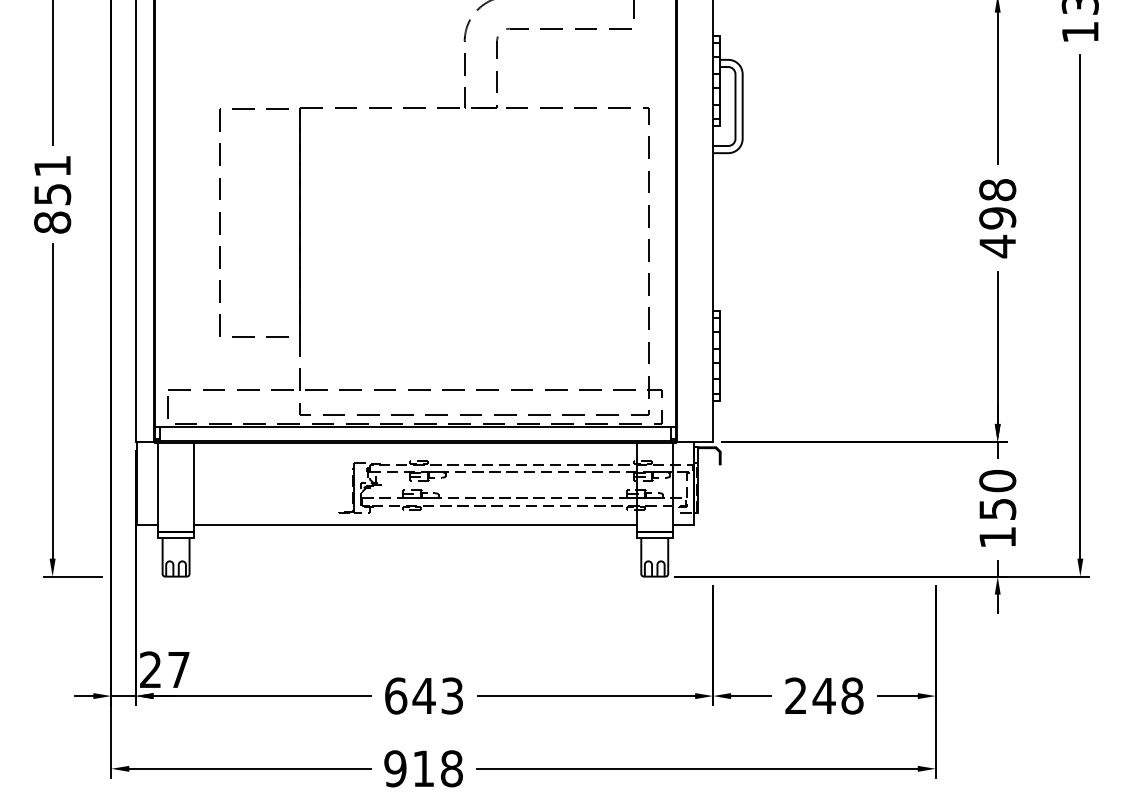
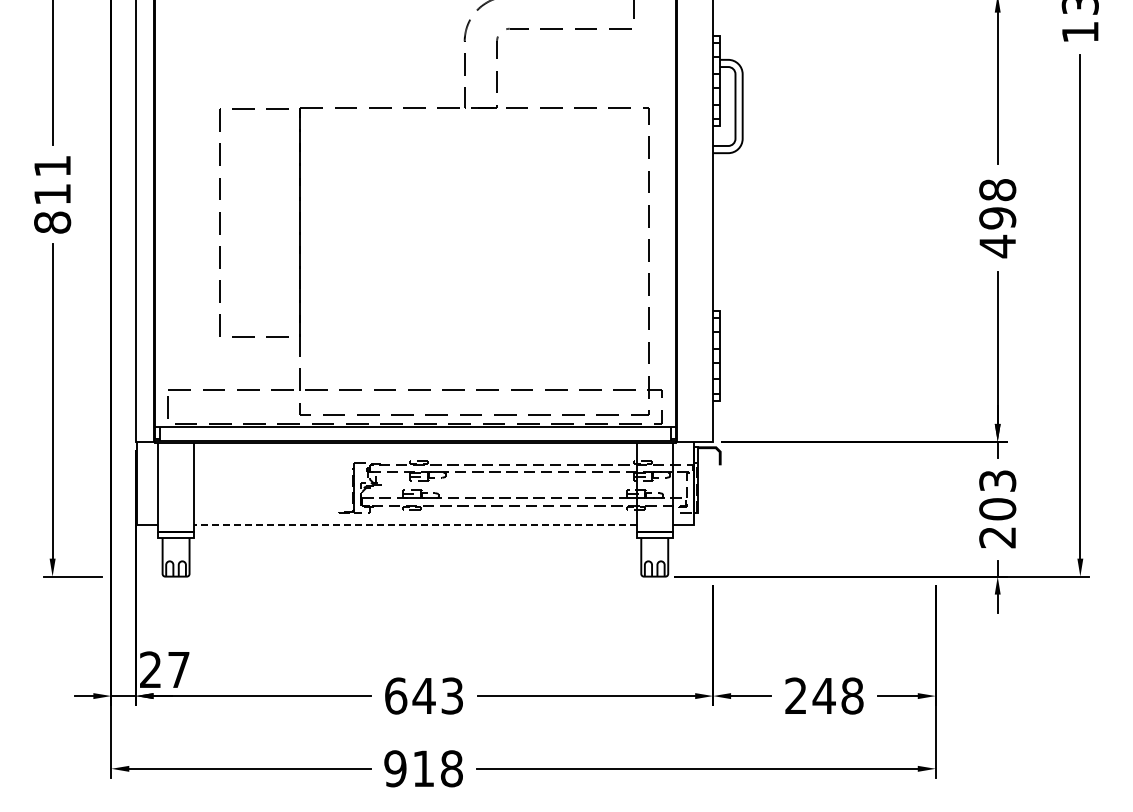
text at (52, 194): 851 -> 811
text at (997, 509): 150 -> 203
line at (414, 525): solid -> dashed
